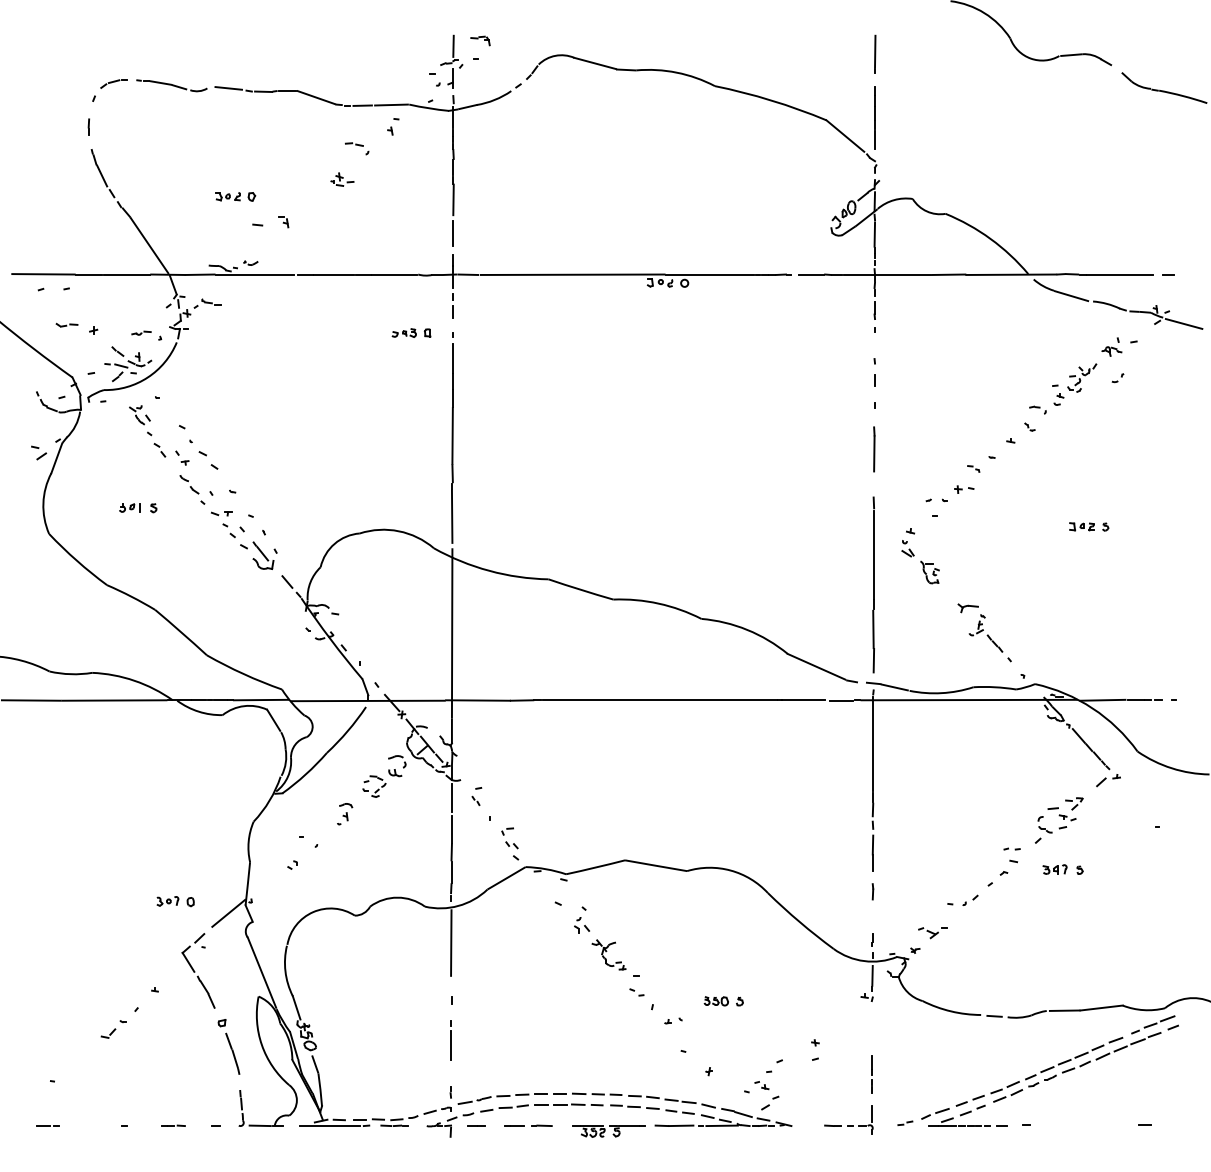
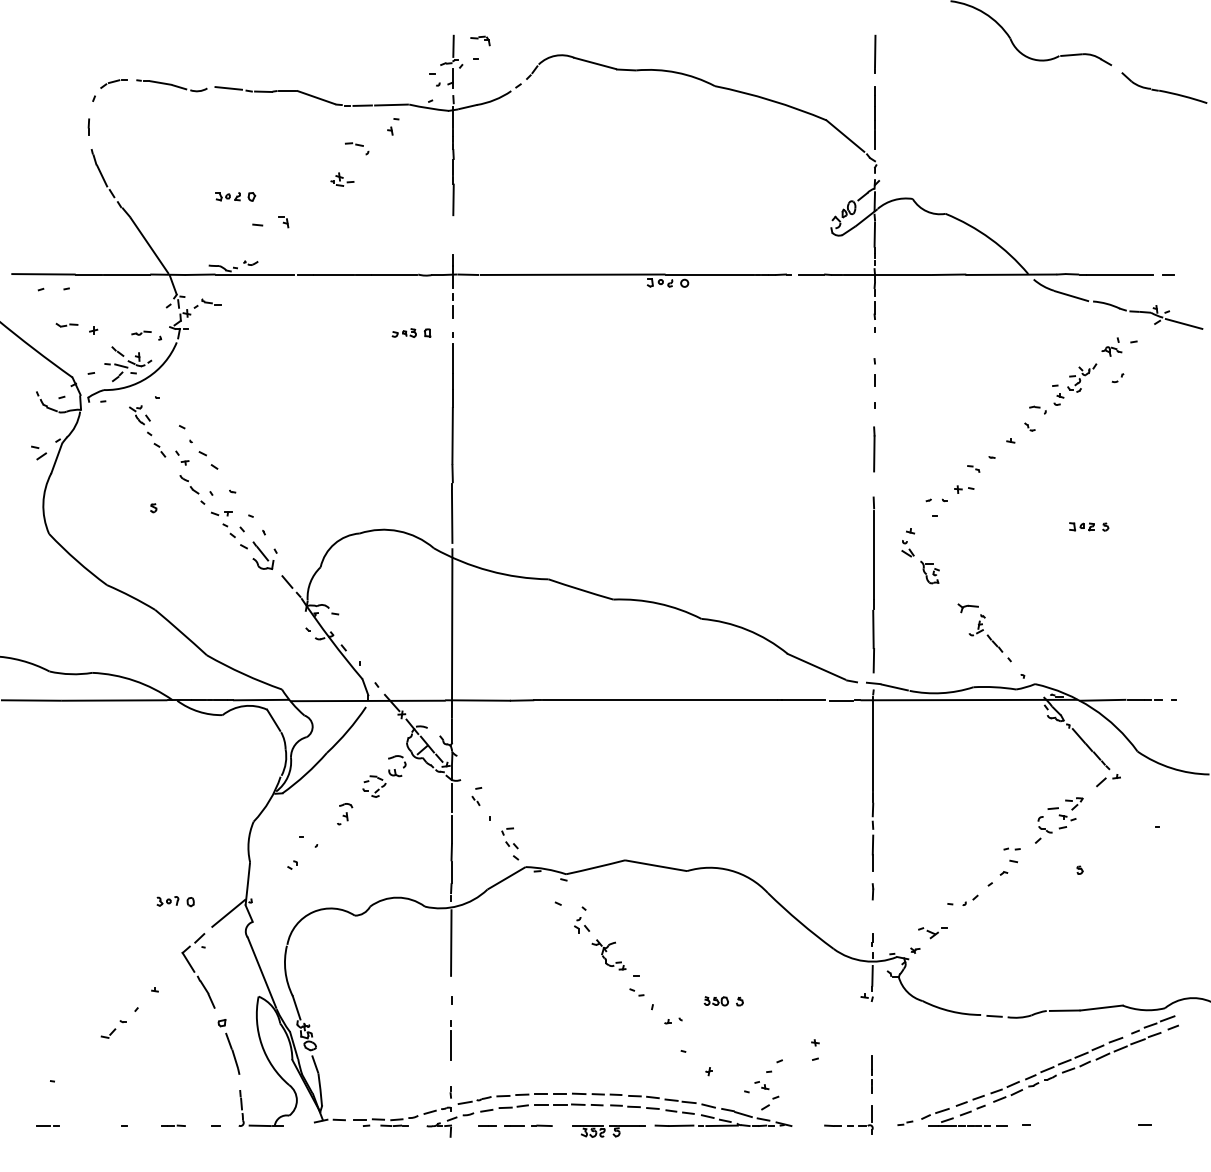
line at (453, 232): present -> none
part at (129, 507): present -> none
part at (1054, 869): present -> none
line at (329, 1125): present -> none
line at (476, 1125) position: (476, 1125) -> (487, 1125)
